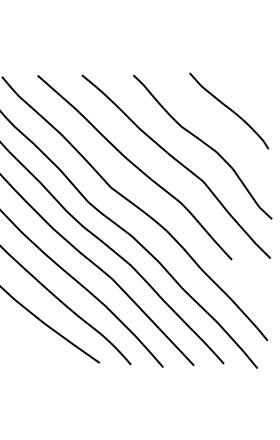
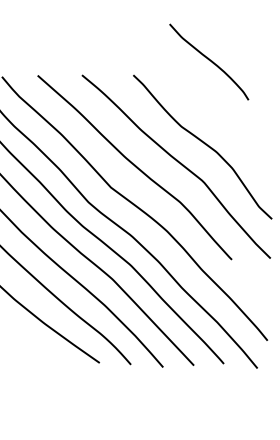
curve at (229, 109) position: (229, 109) -> (209, 60)
